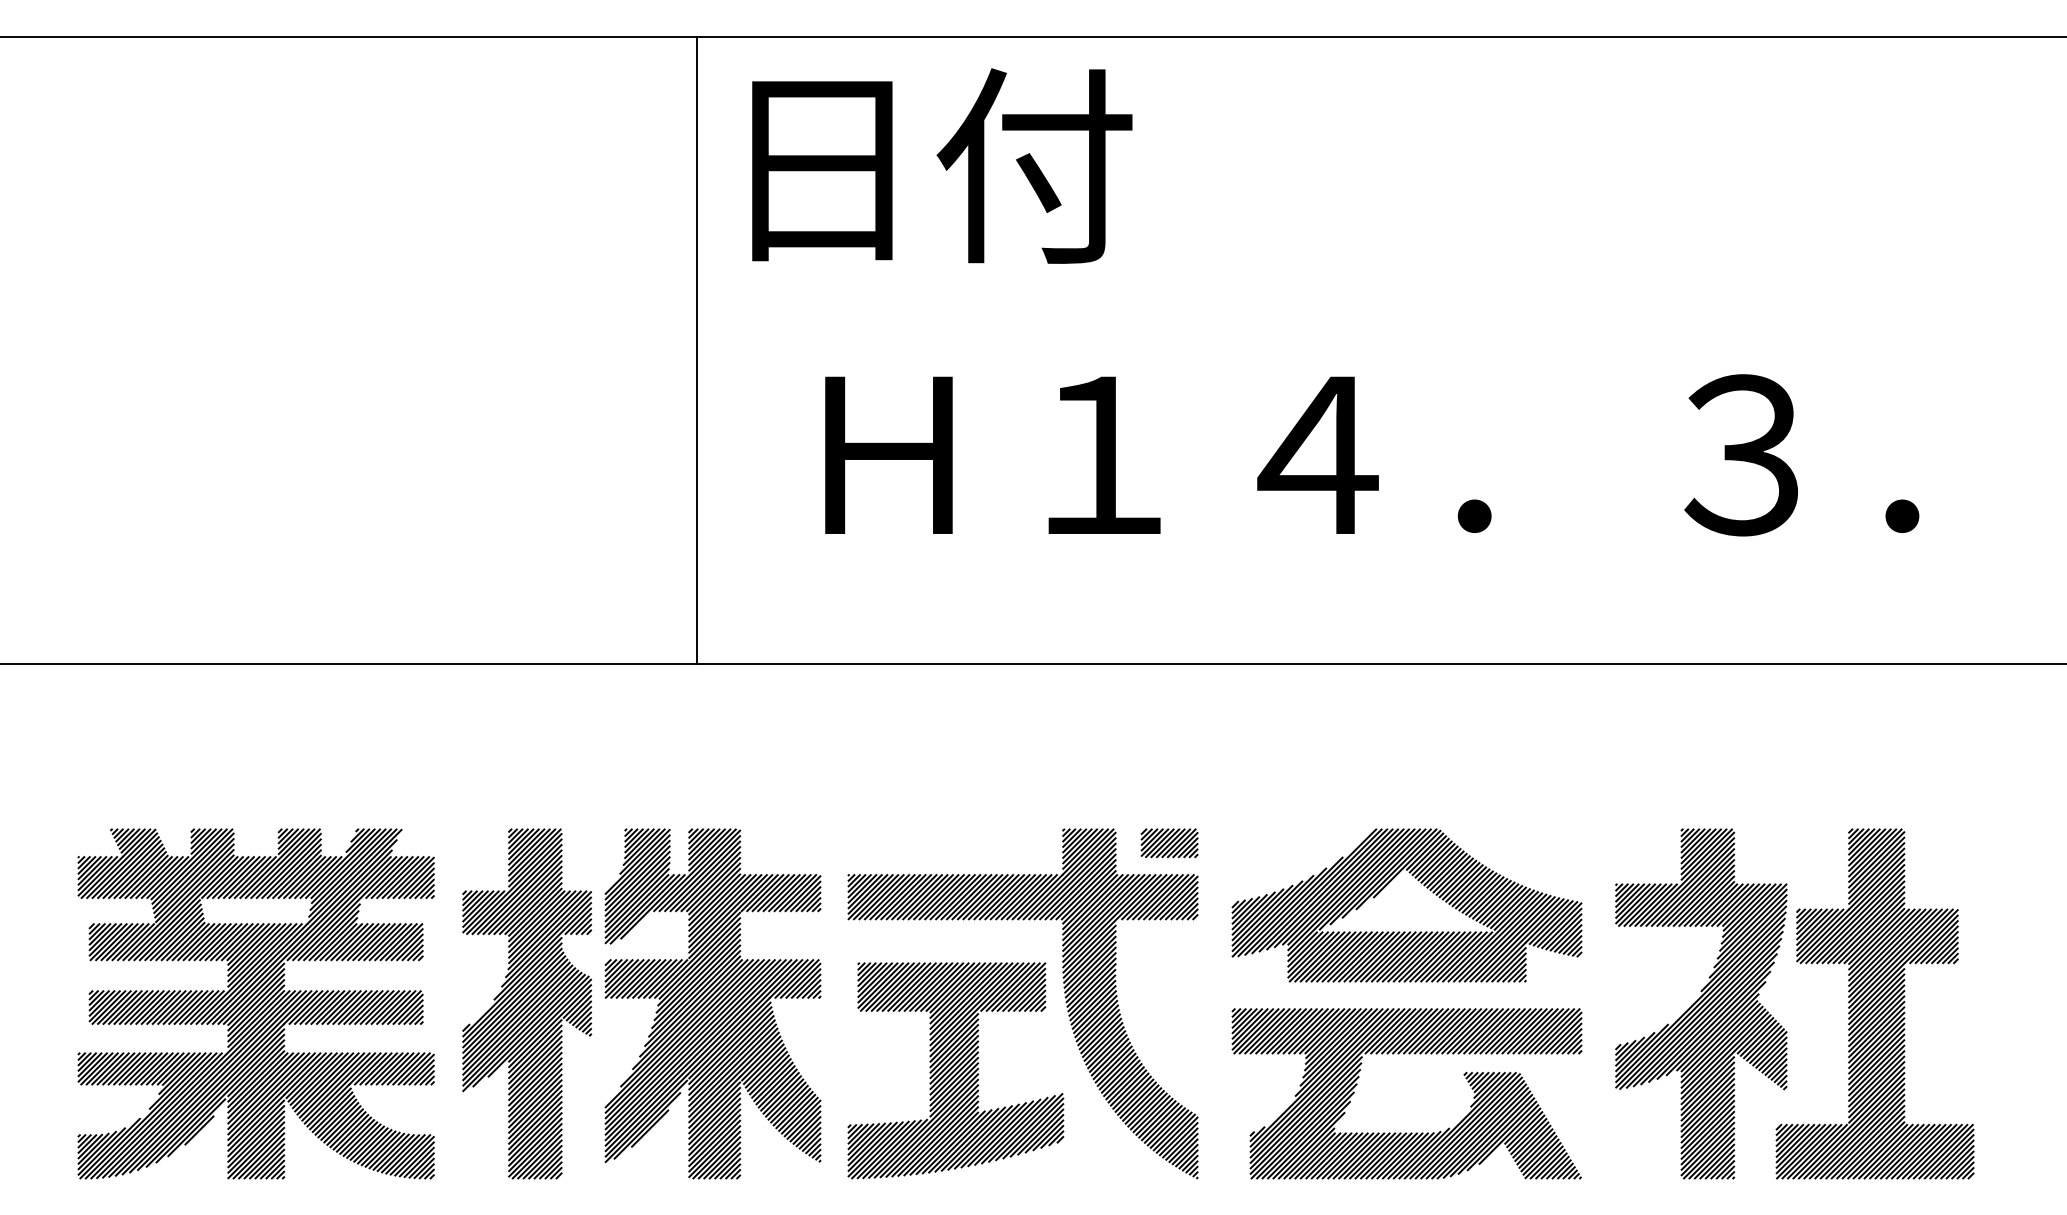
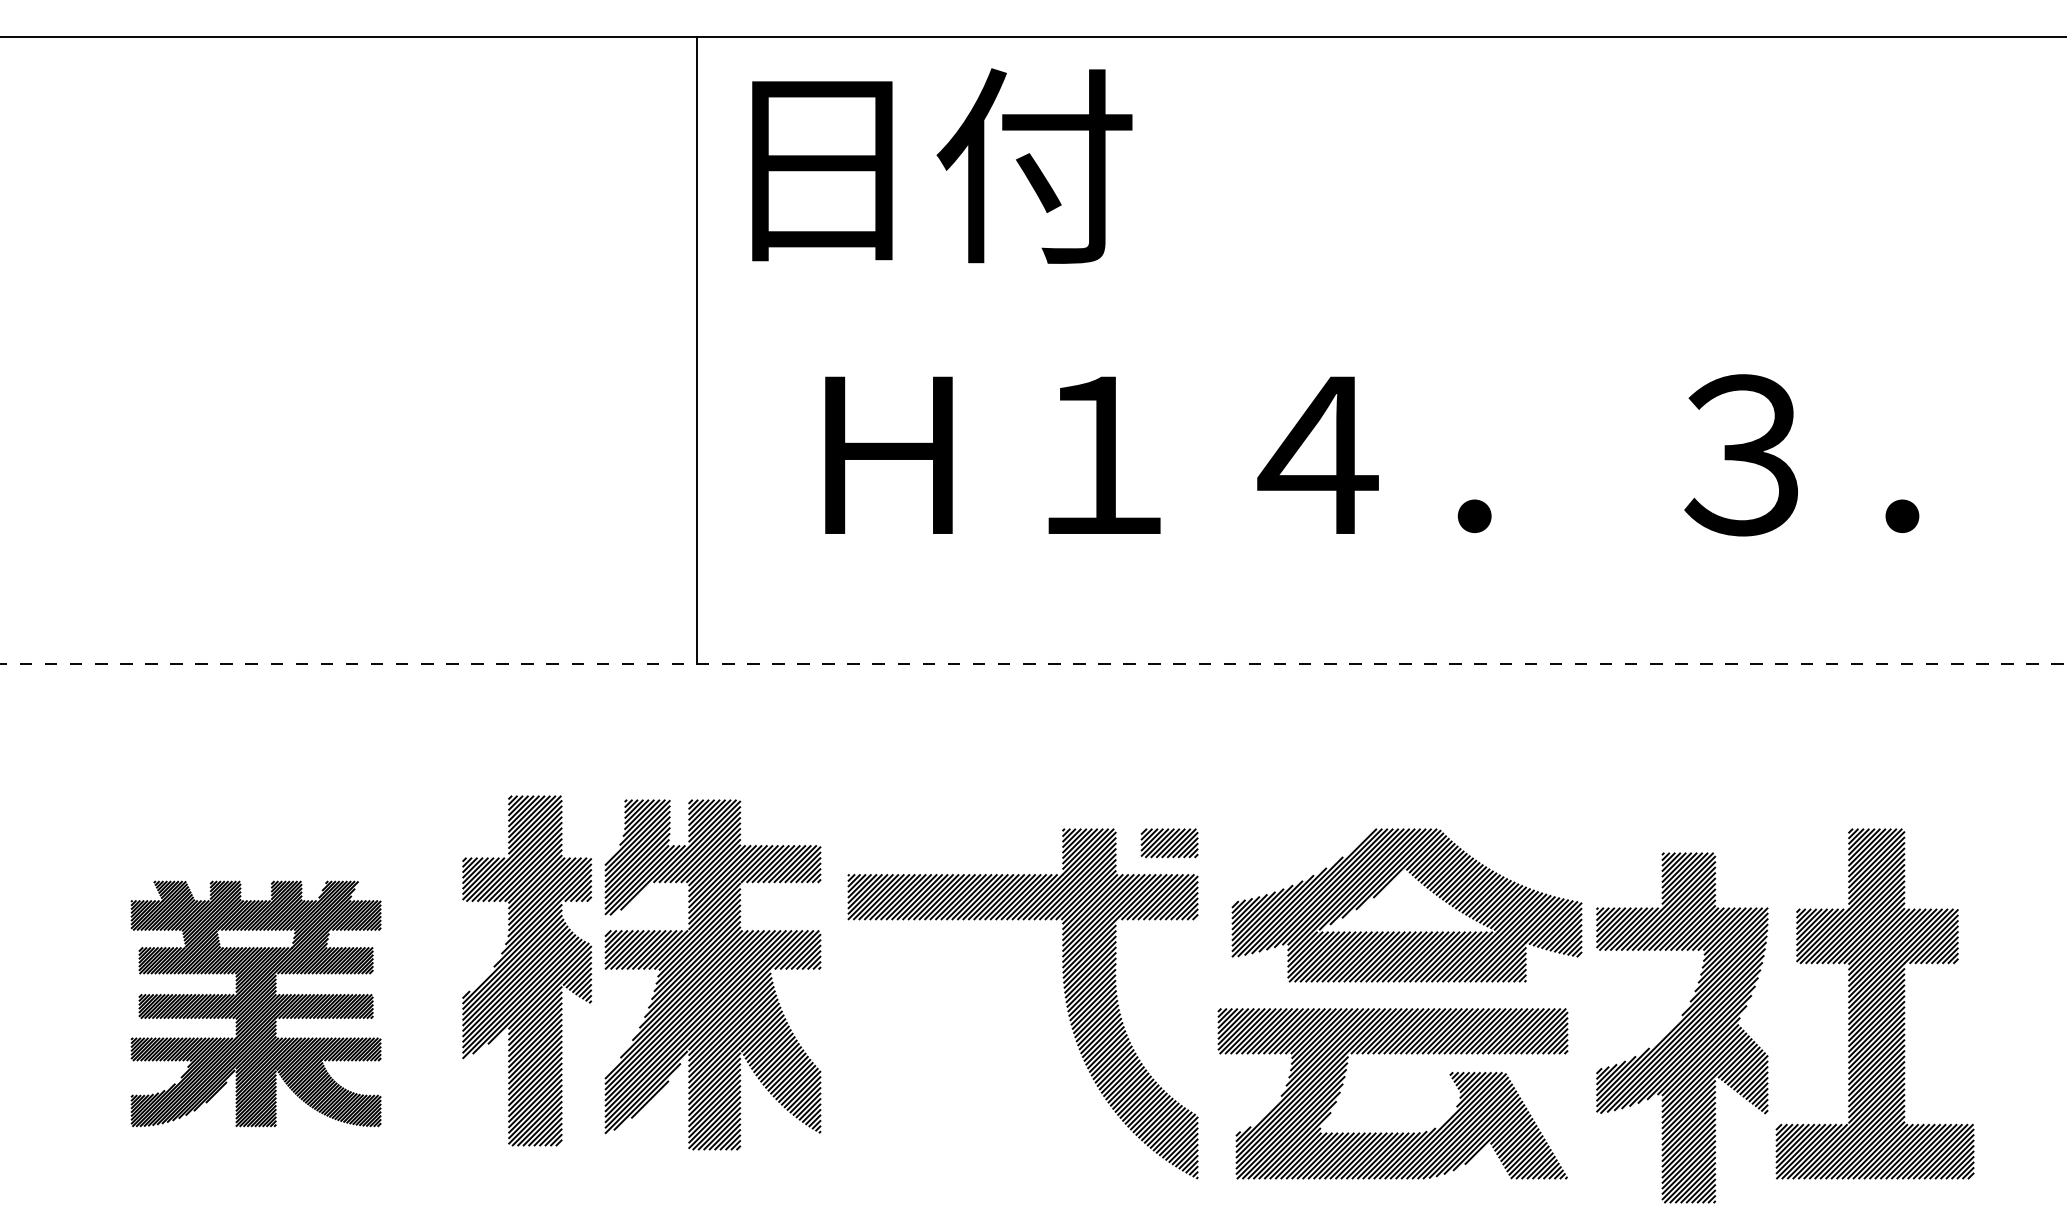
line at (1033, 663): solid -> dashed
part at (255, 1003) size: 358x352 px -> 252x248 px
part at (527, 1003) position: (527, 1003) -> (527, 970)
part at (712, 1003) position: (712, 1003) -> (712, 974)
part at (1701, 1003) position: (1701, 1003) -> (1682, 1027)
part at (955, 1070): present -> none
part at (1406, 1132) position: (1406, 1132) -> (1392, 1132)
